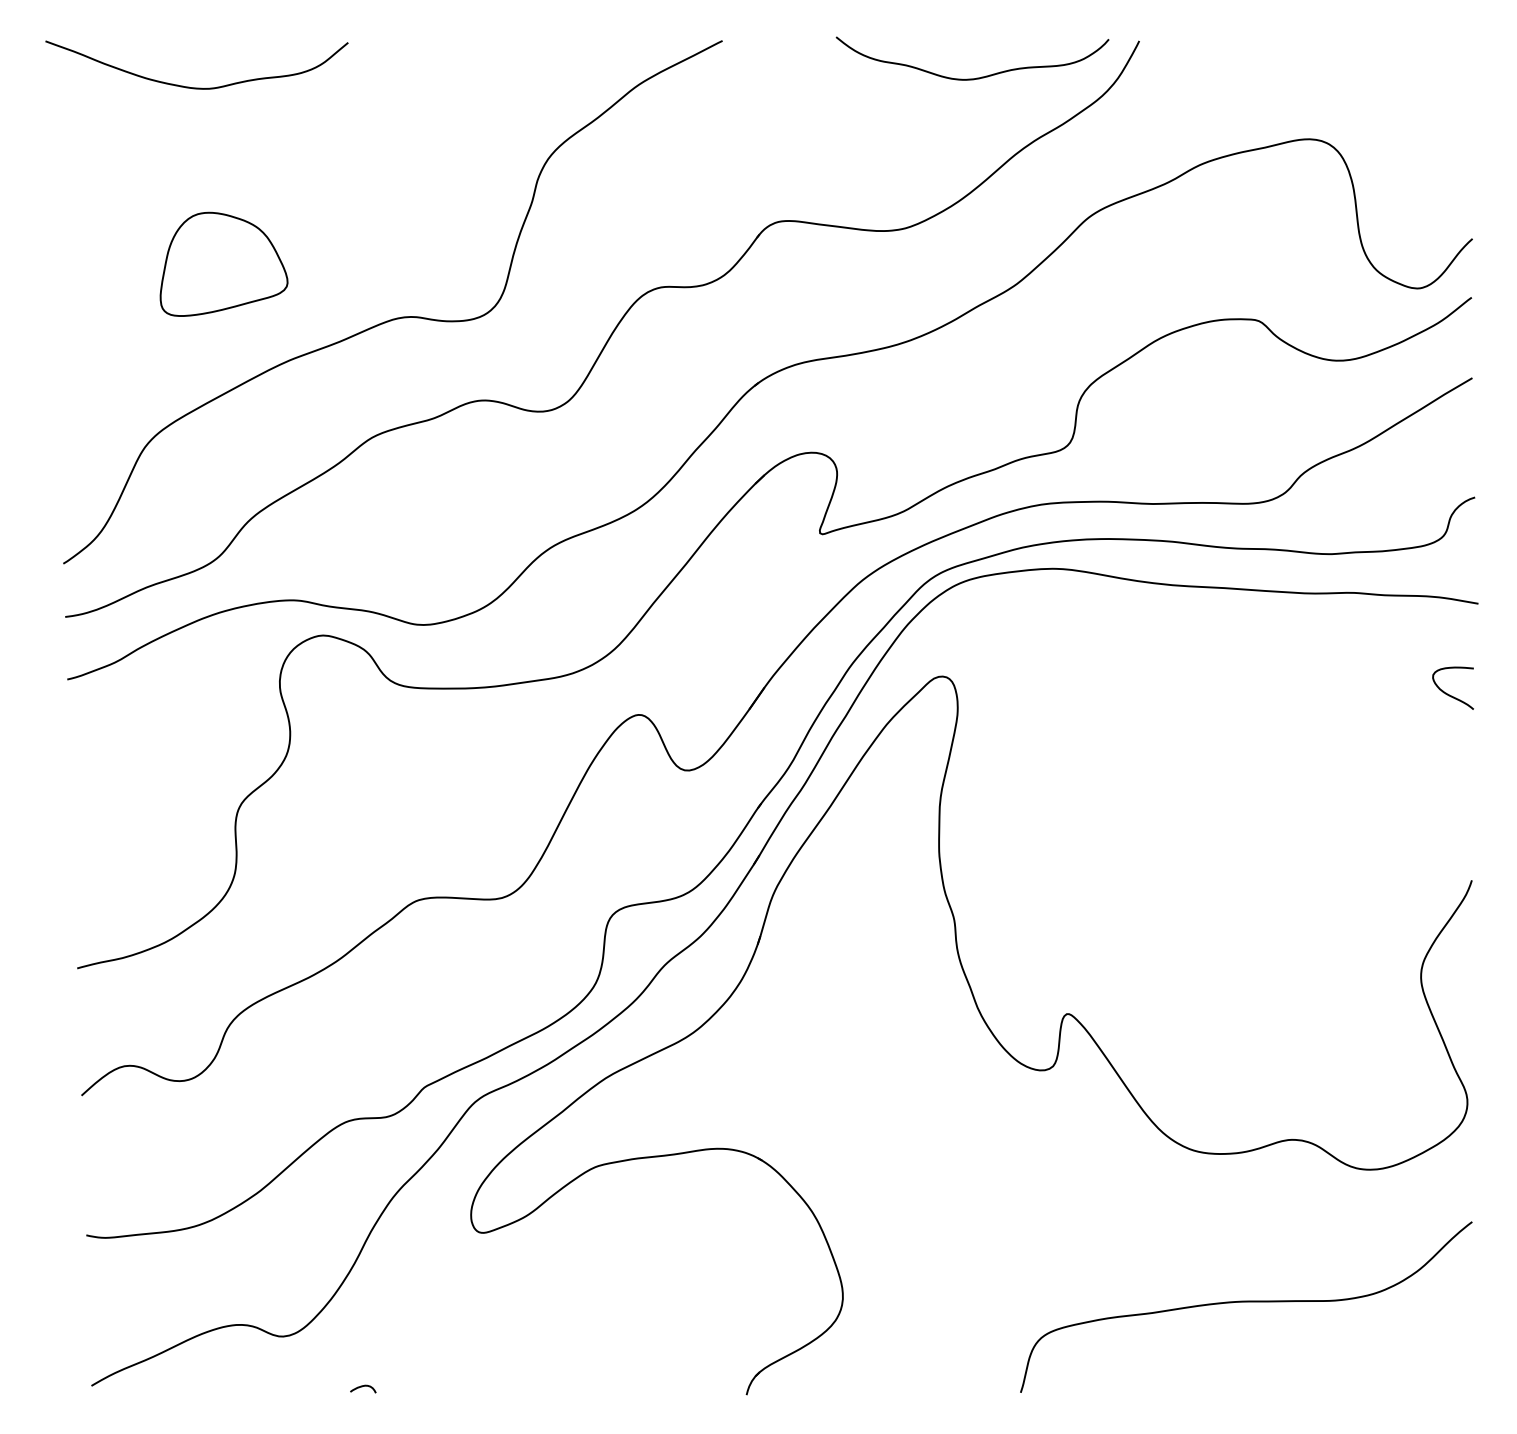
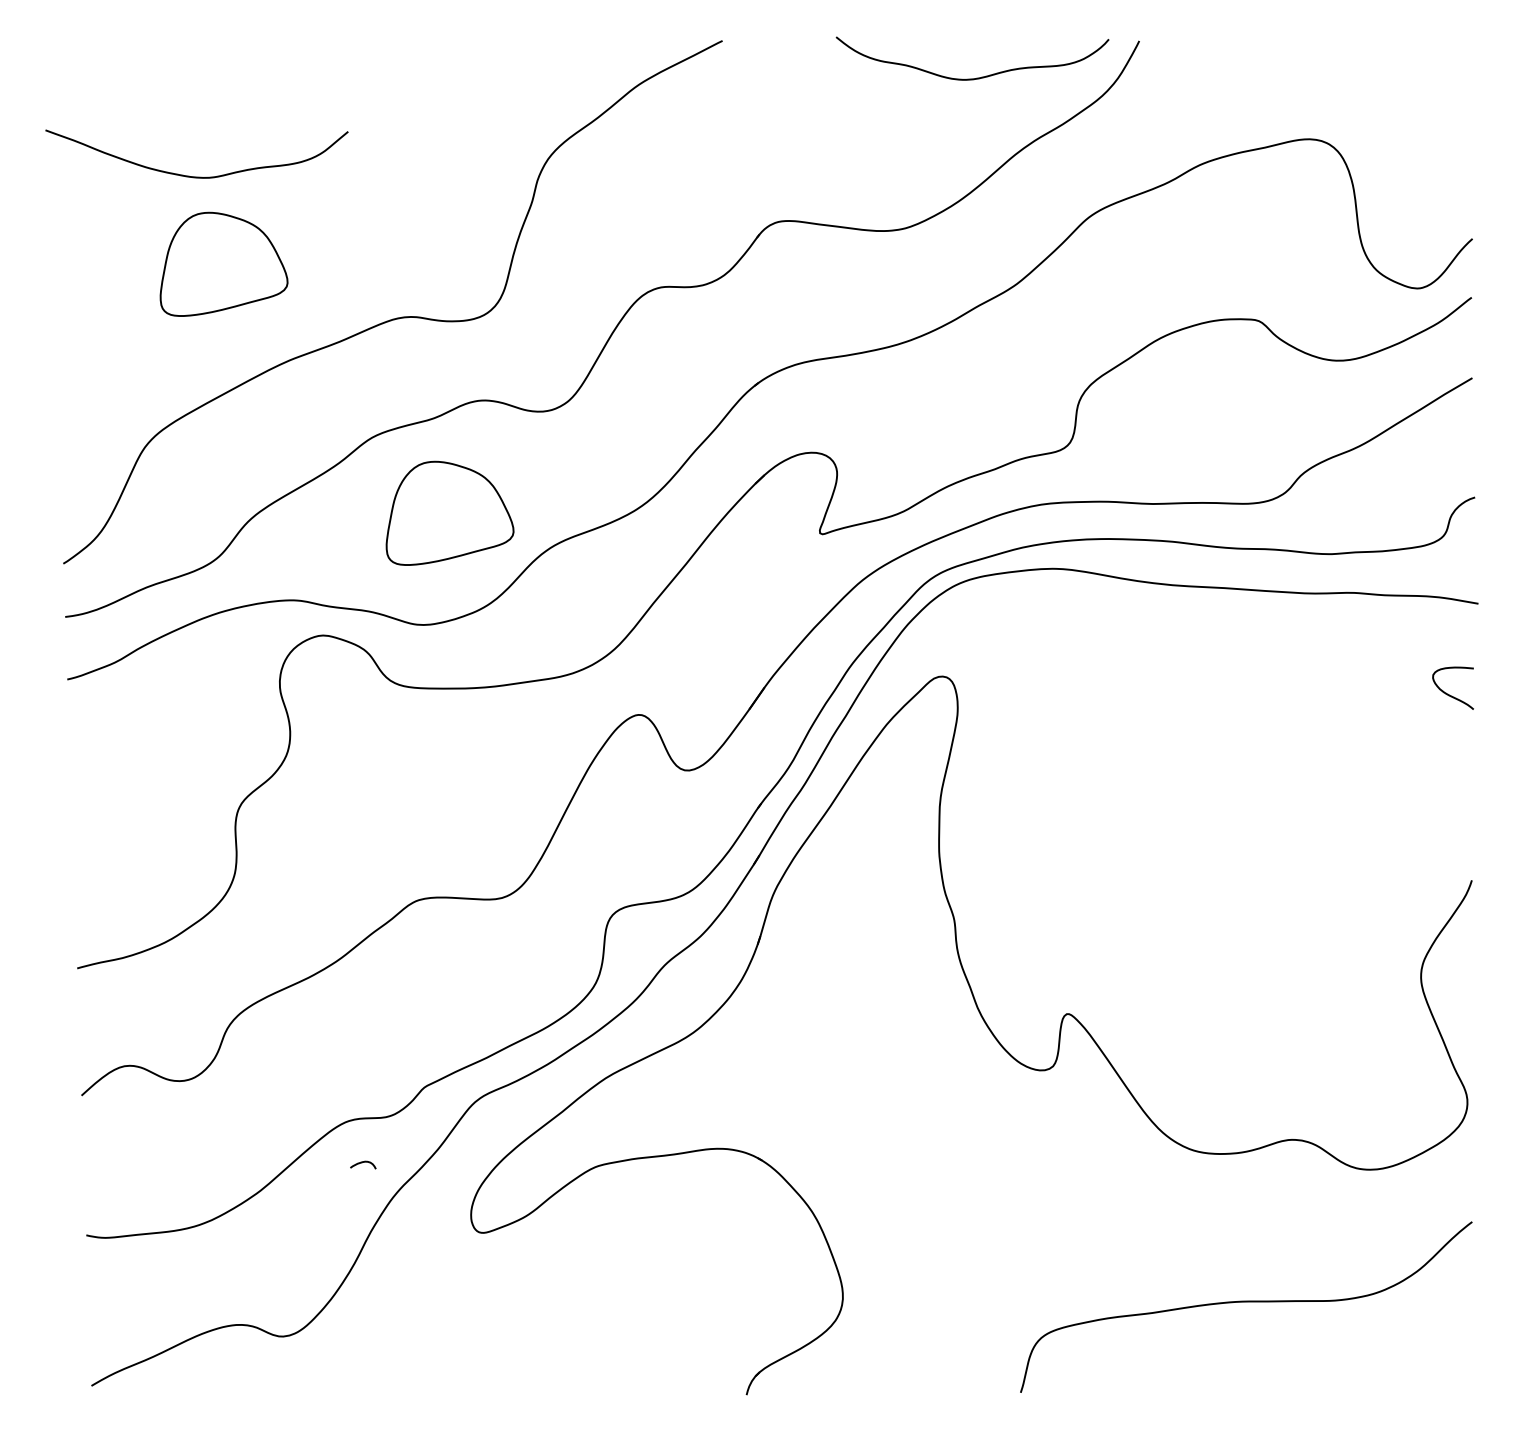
curve at (196, 87) position: (196, 87) -> (196, 176)
part at (449, 512): none -> present
curve at (362, 1387) position: (362, 1387) -> (362, 1163)
